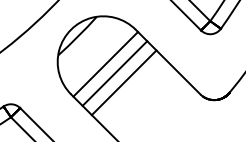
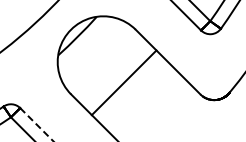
line at (105, 64): present -> none
line at (114, 73): present -> none
line at (36, 124): solid -> dashed
